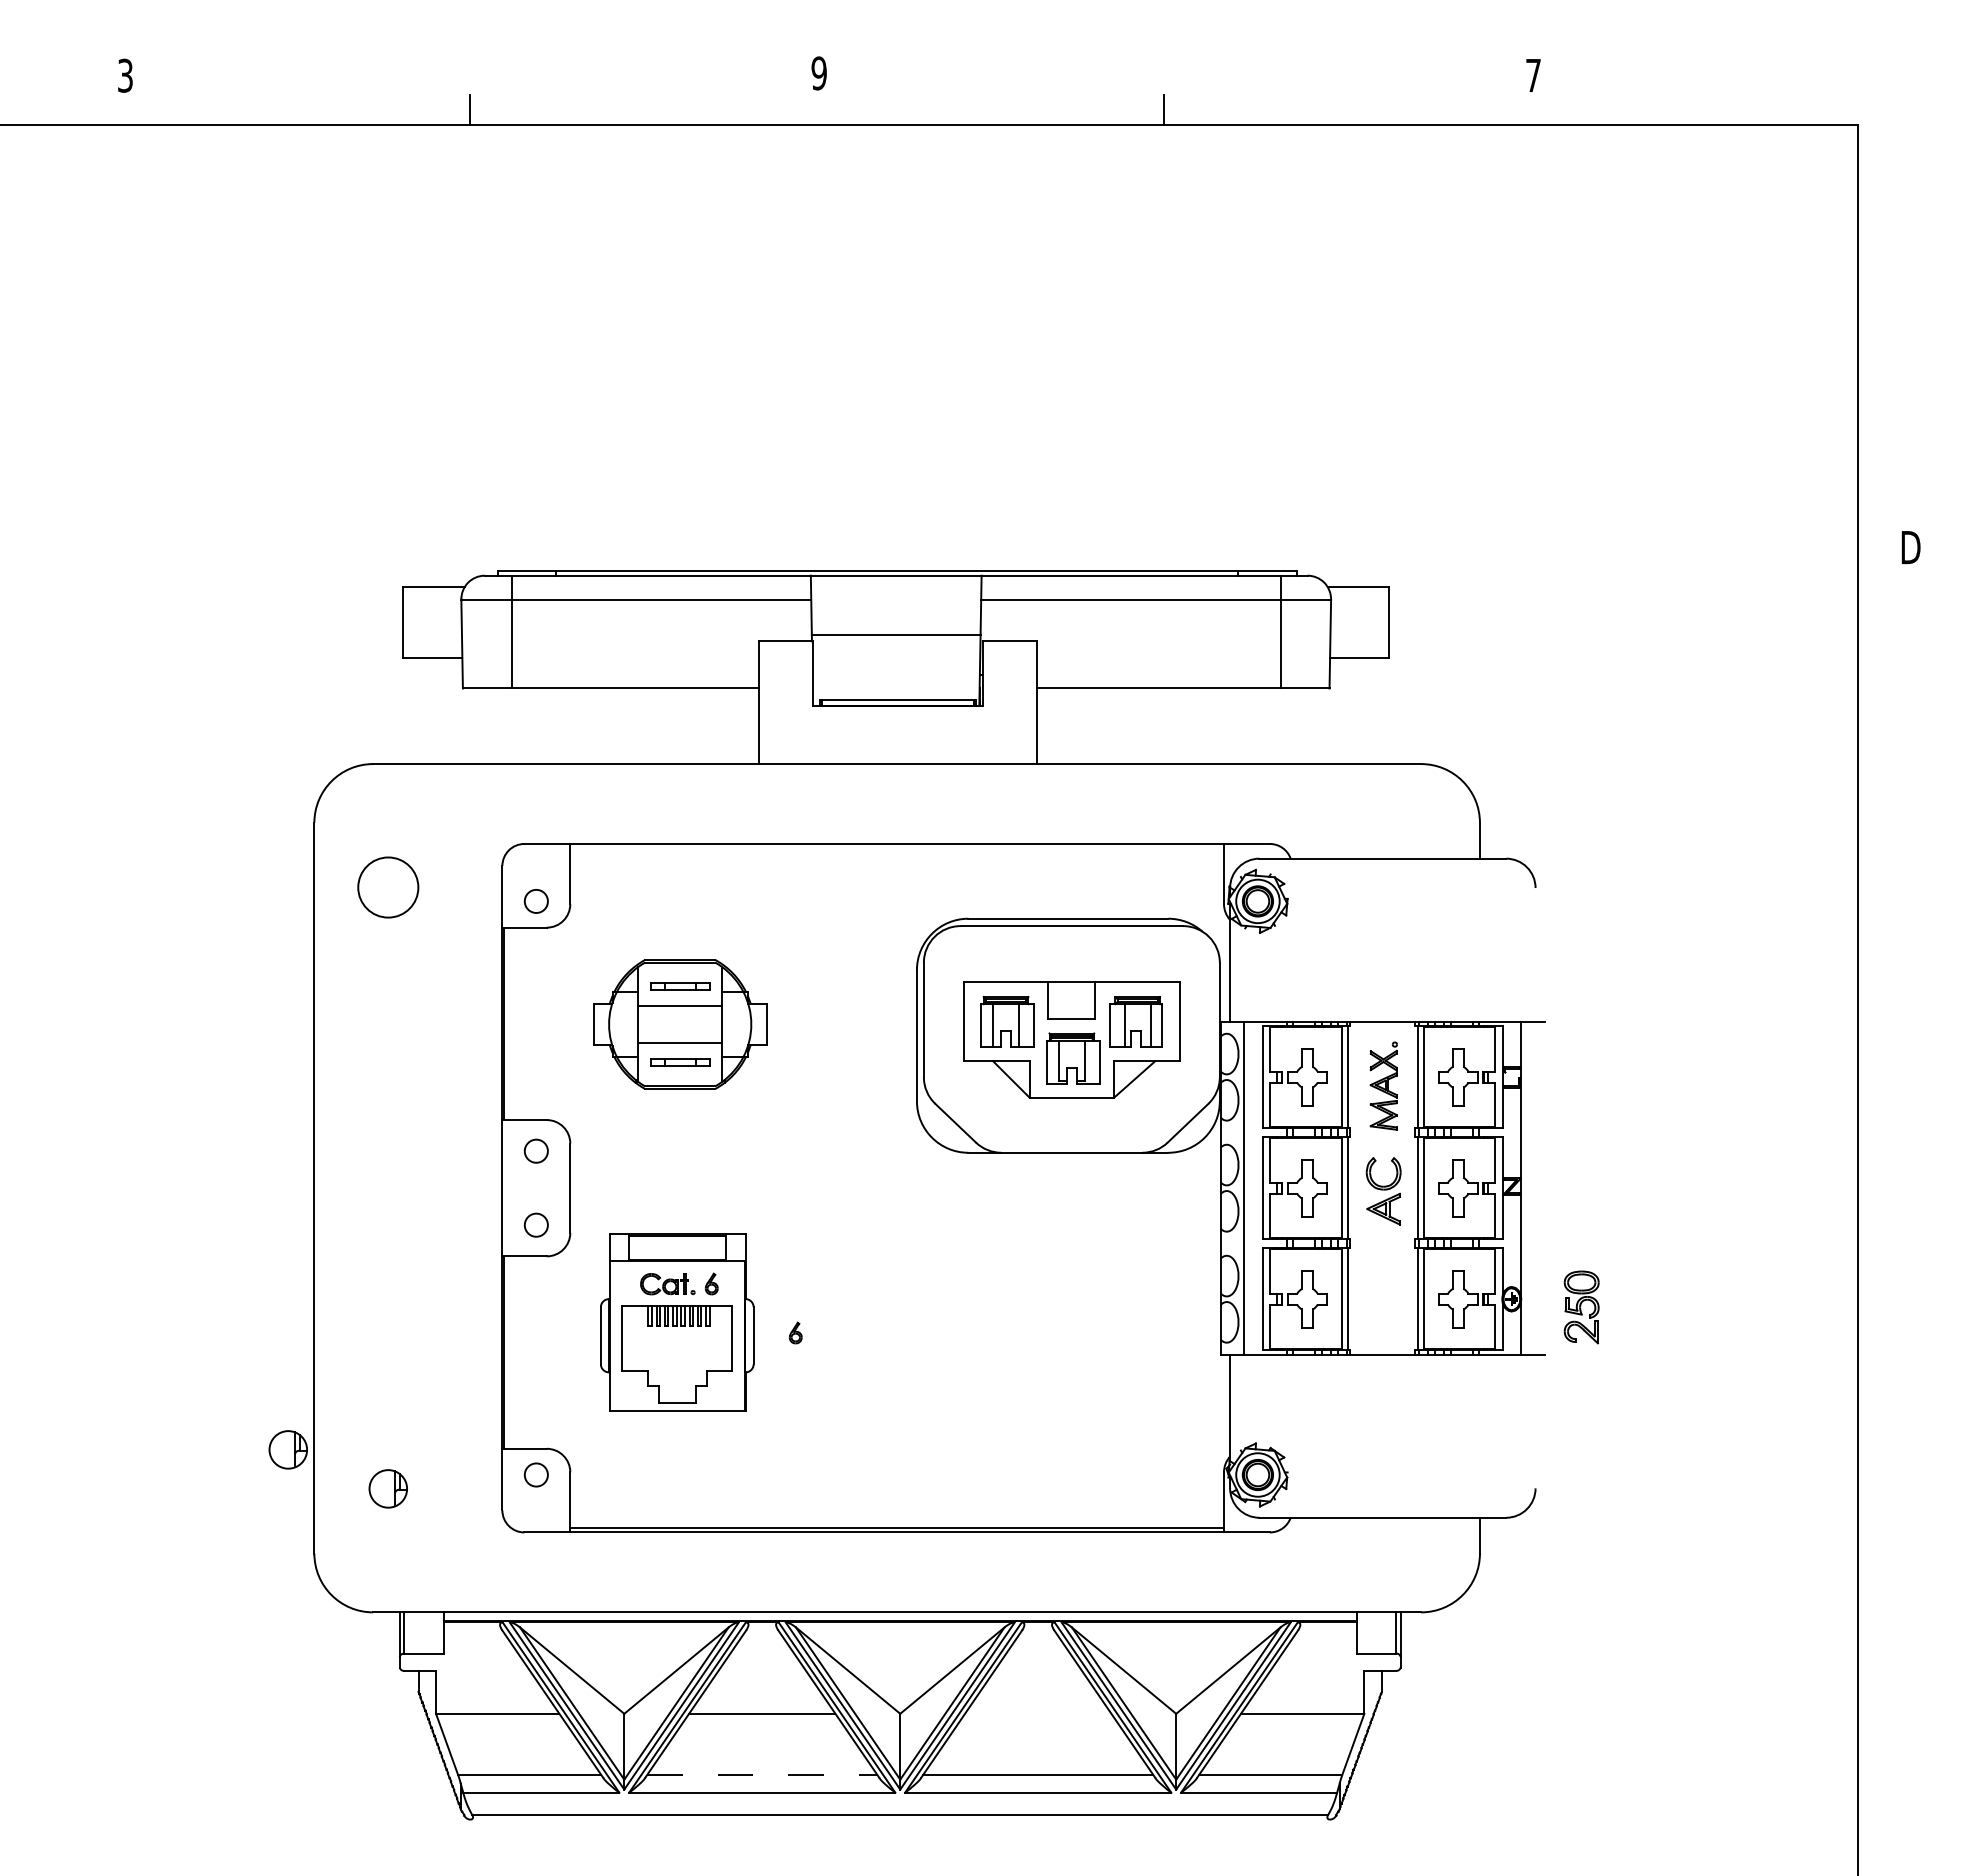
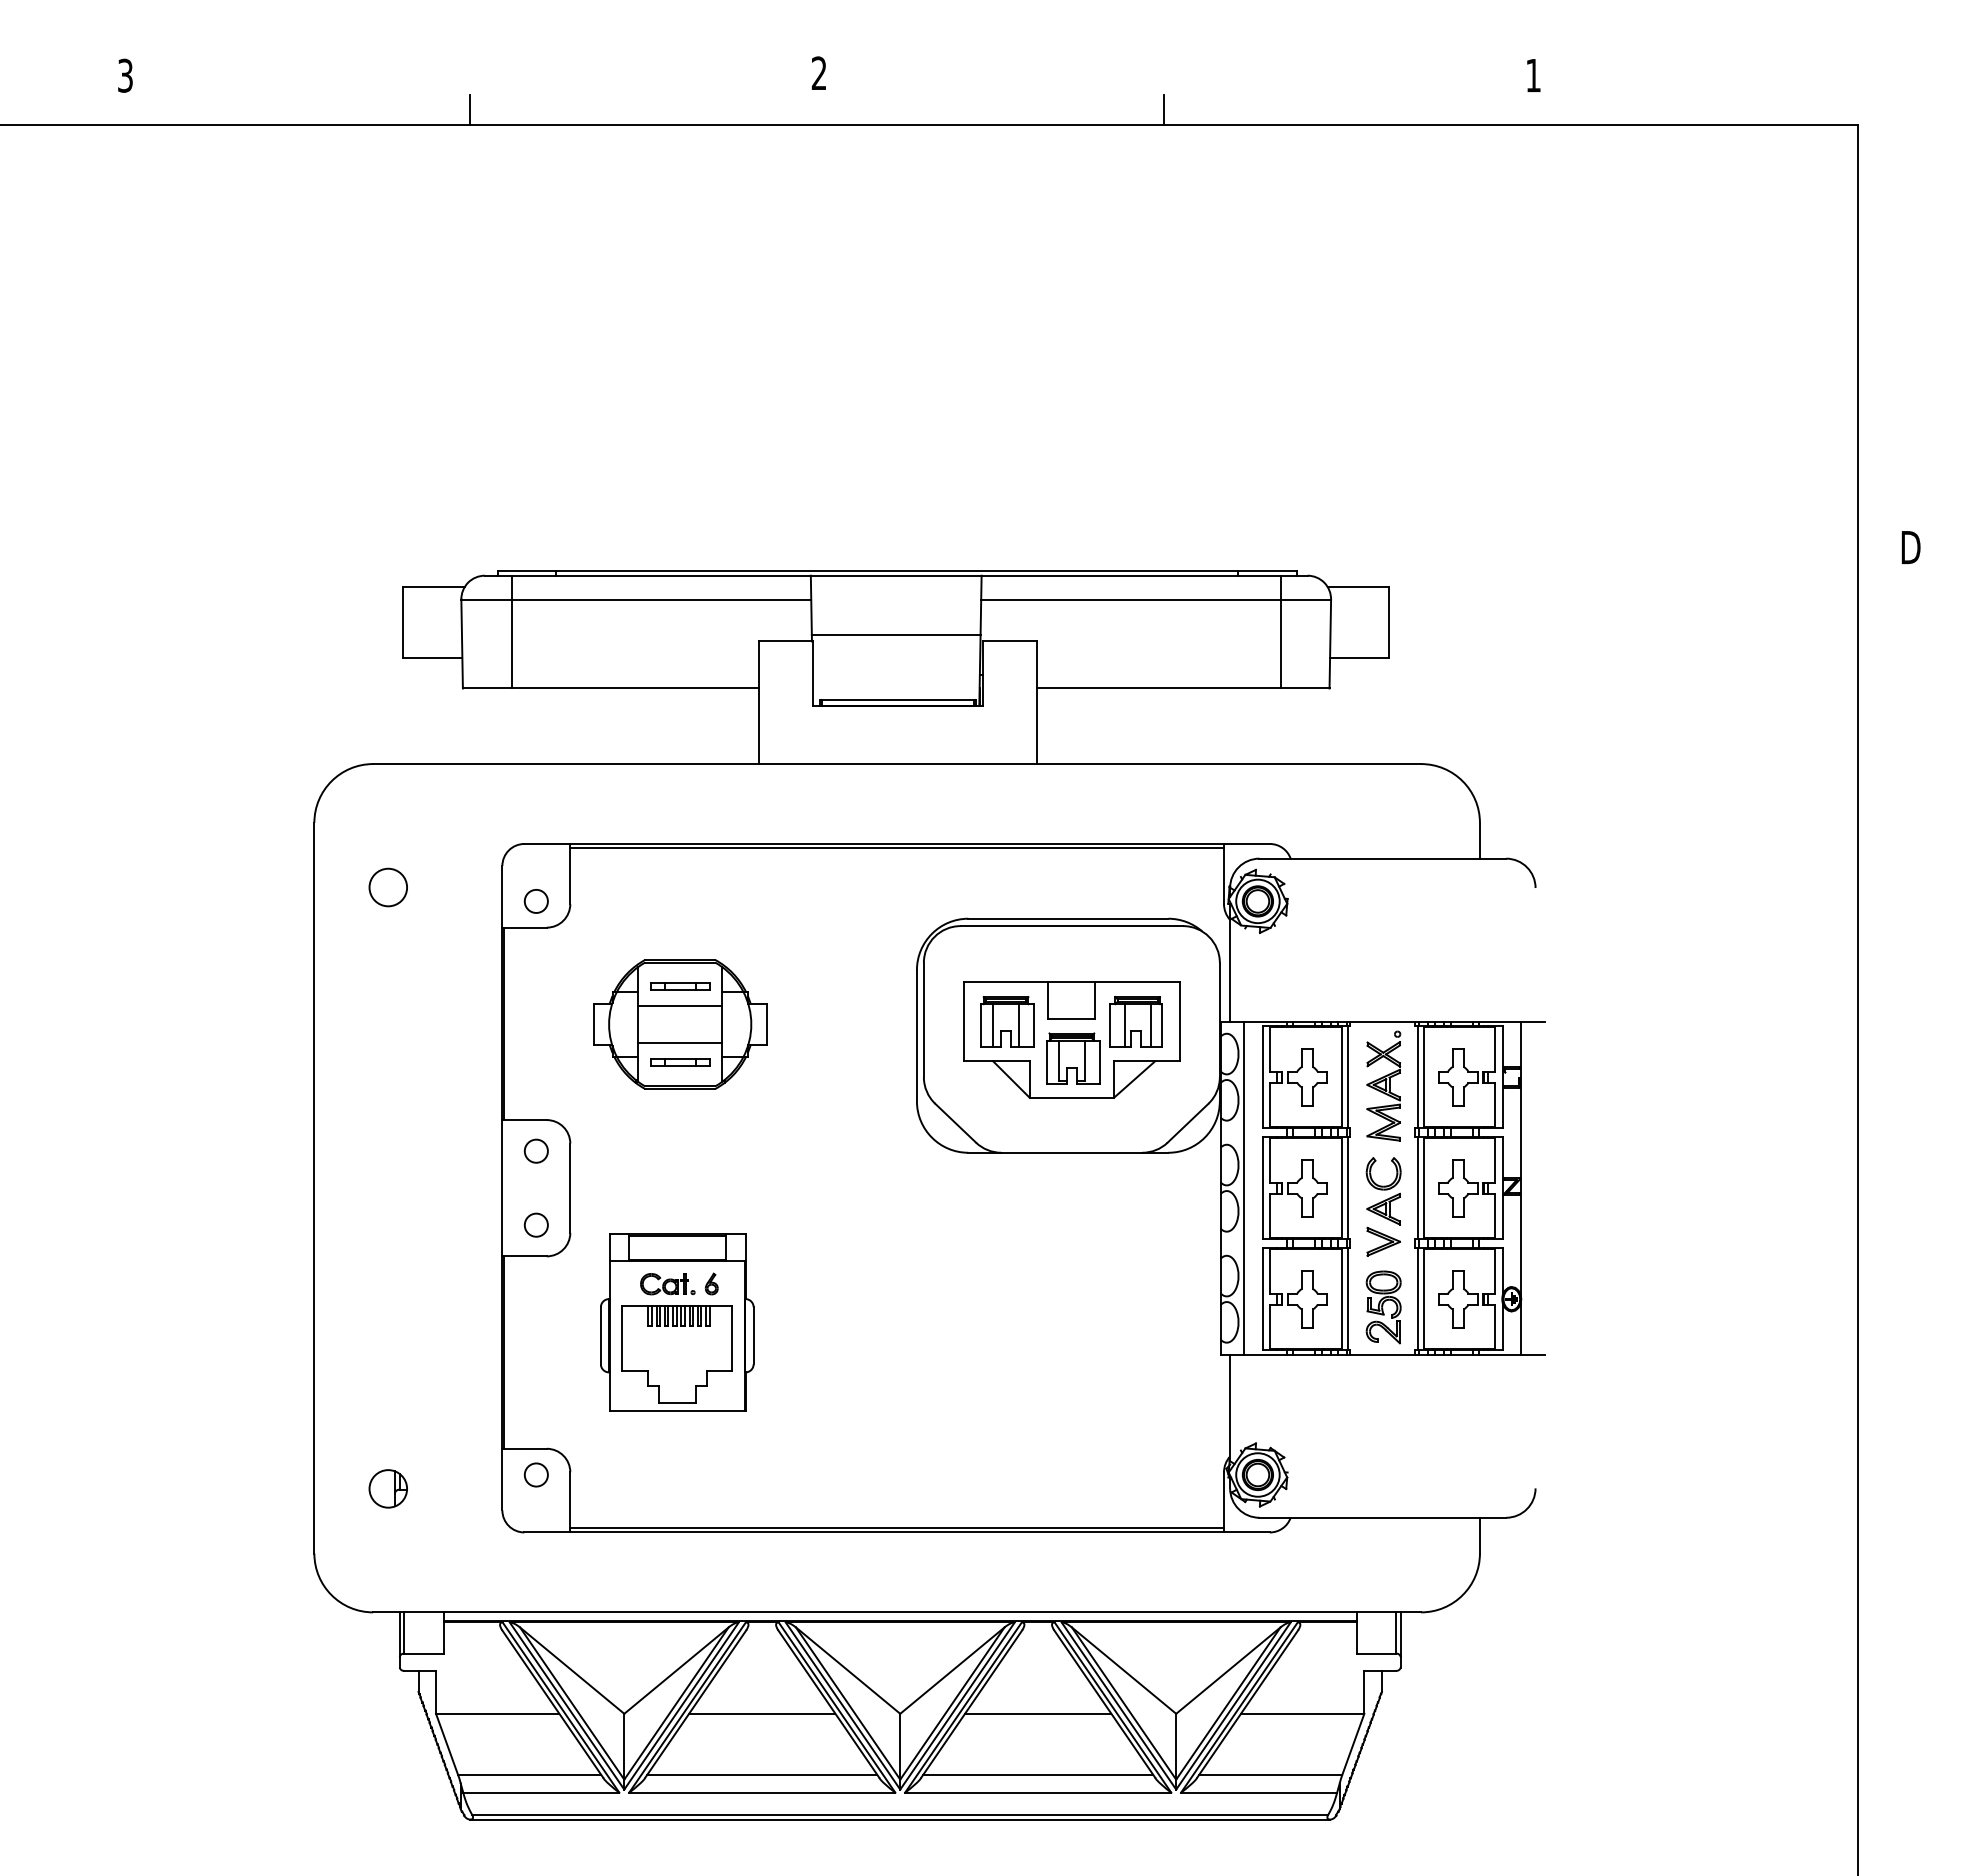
text at (818, 73): 9 -> 2
text at (1533, 75): 7 -> 1
line at (897, 848): none -> present
circle at (388, 887) diameter: 60 px -> 38 px
part at (1383, 1085) size: 29x90 px -> 36x112 px
part at (1383, 1241): none -> present
part at (1581, 1307) position: (1581, 1307) -> (1383, 1307)
part at (795, 1332): present -> none
part at (287, 1449): present -> none
line at (1038, 1713): none -> present
line at (762, 1774): dashed -> solid
line at (900, 1819): none -> present
